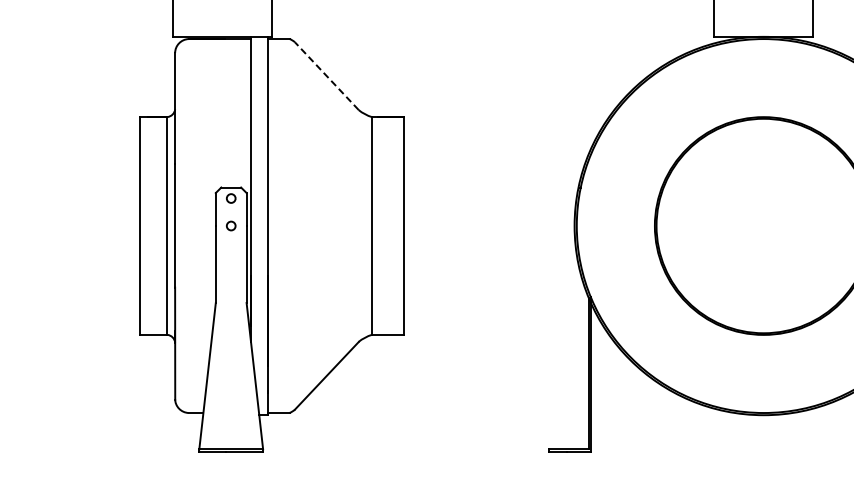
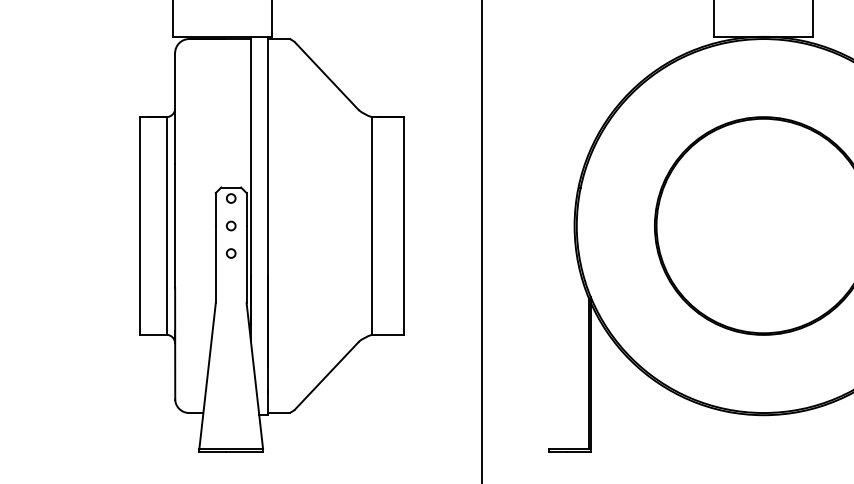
line at (326, 75): dashed -> solid
line at (481, 241): none -> present
circle at (231, 253): none -> present
